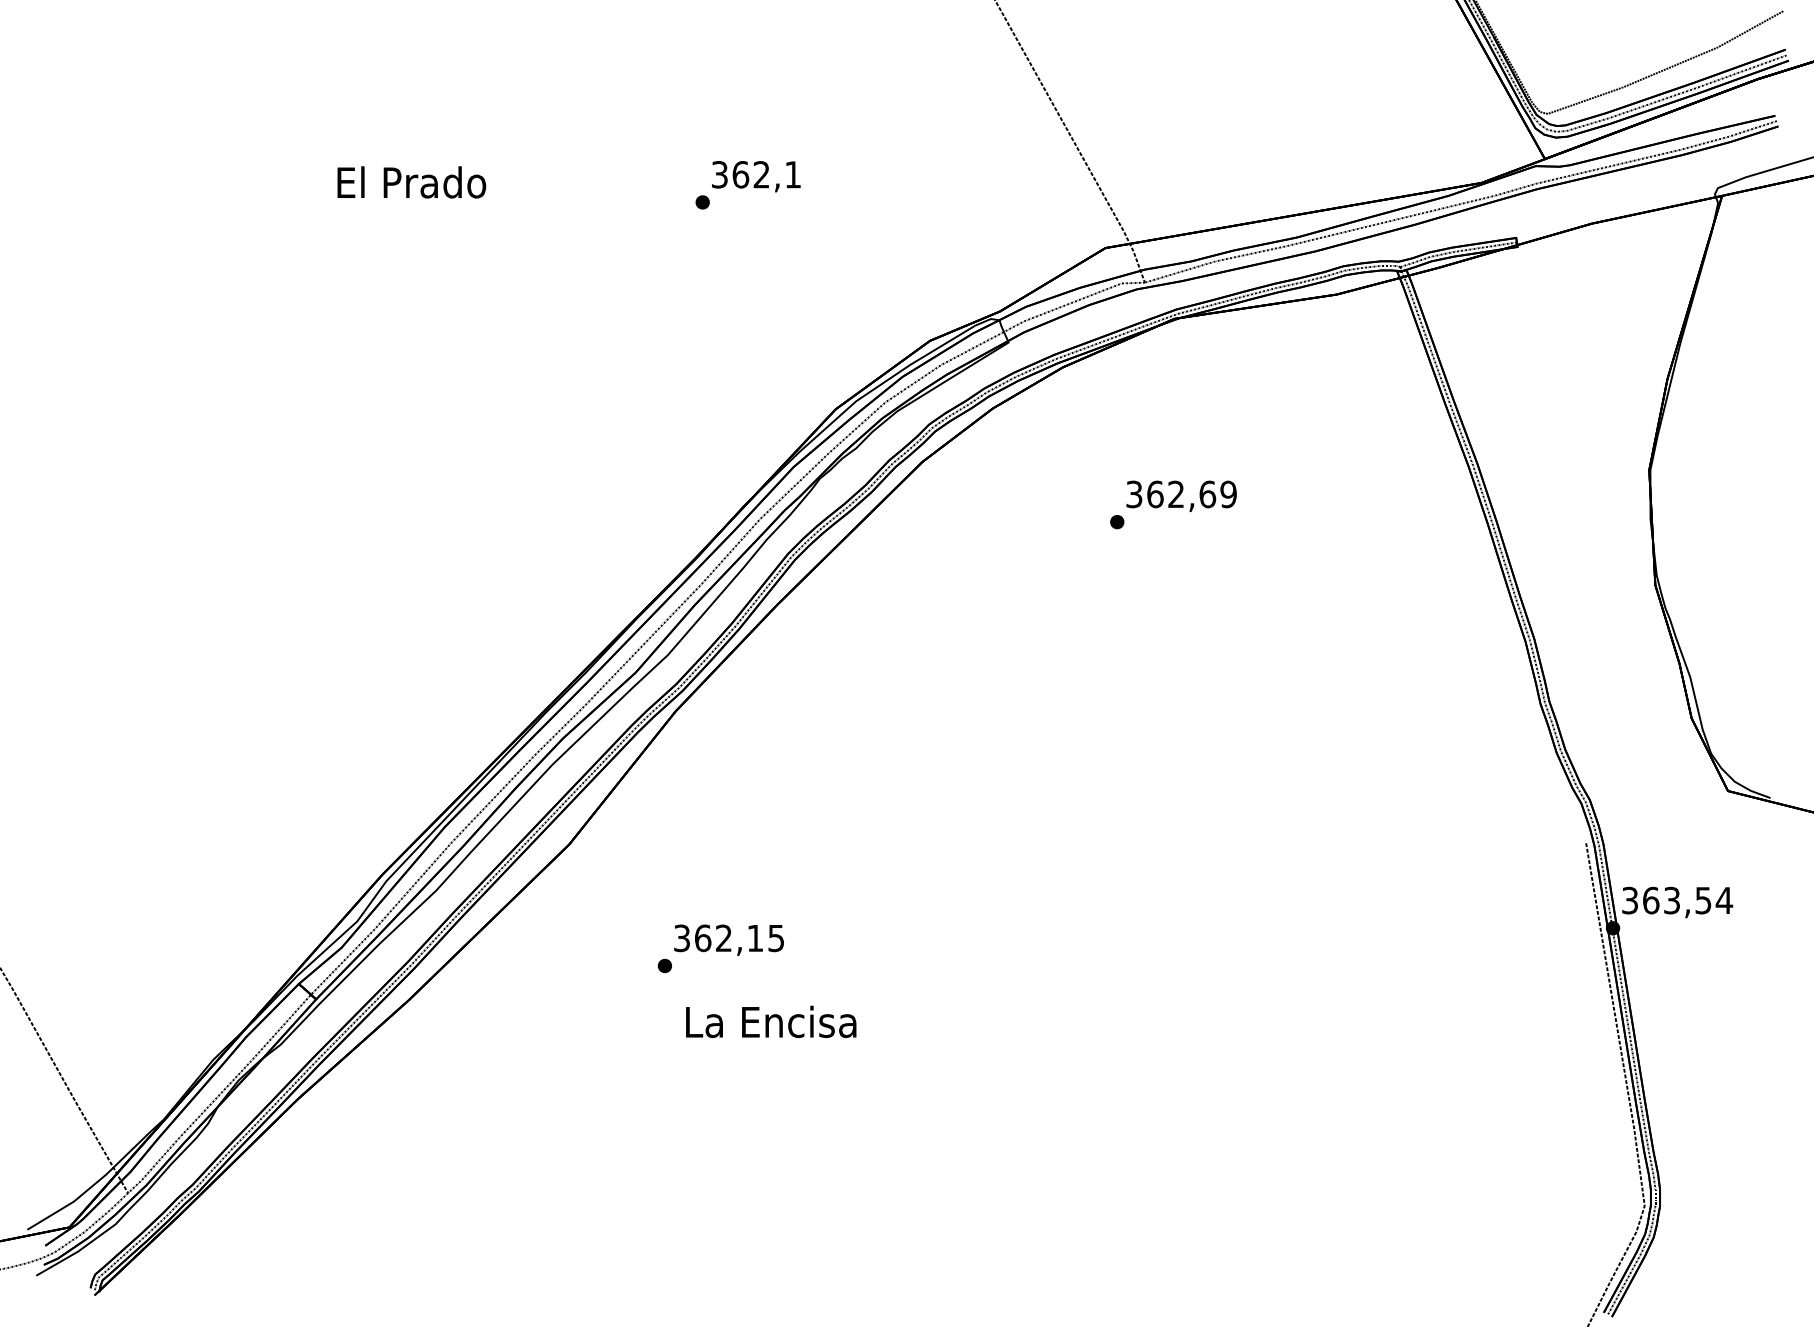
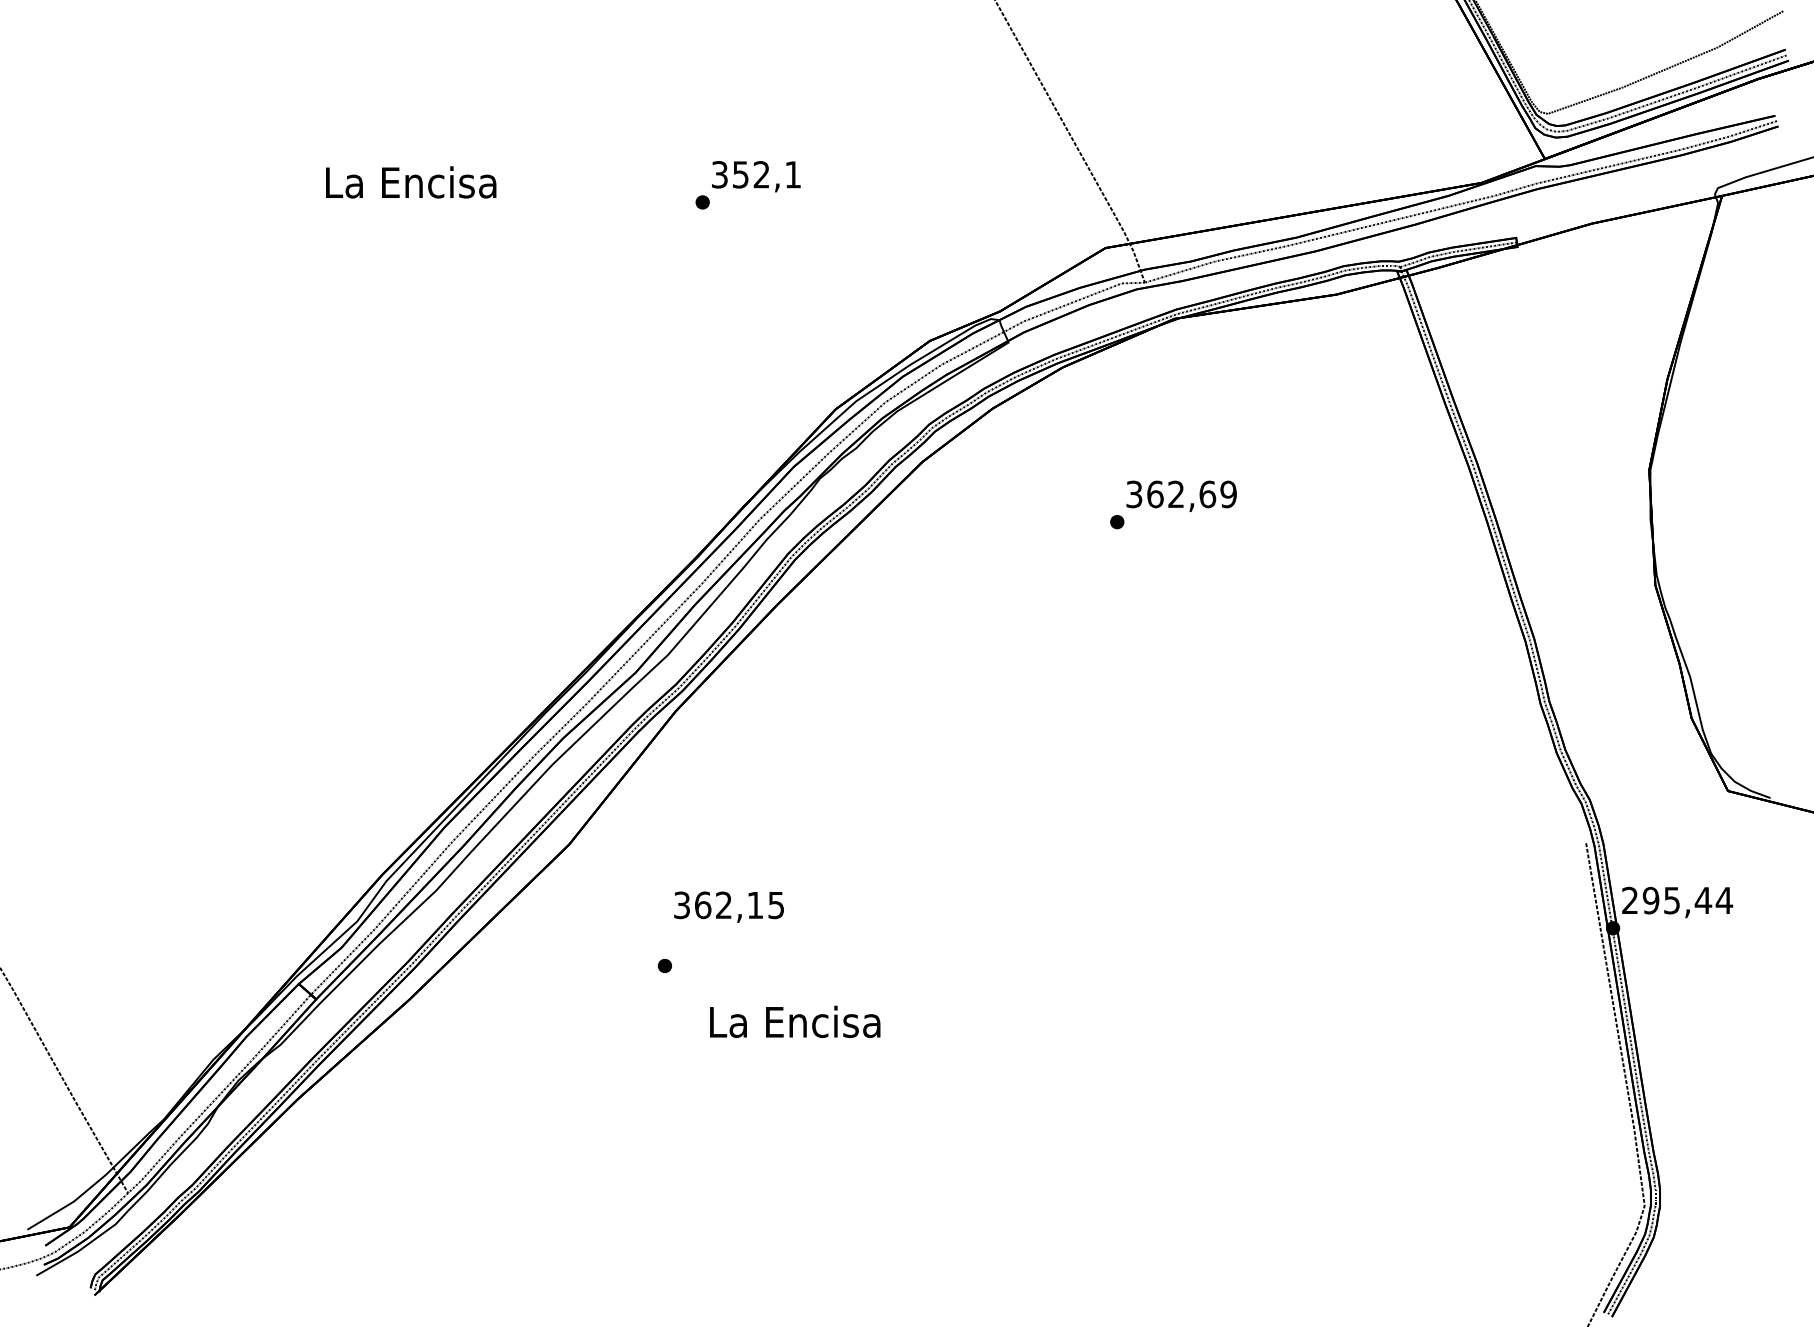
text at (740, 174): 362,1 -> 352,1
text at (411, 182): El Prado -> La Encisa
text at (1667, 900): 363,54 -> 295,44
text at (728, 939) position: (728, 939) -> (728, 906)
text at (771, 1021) position: (771, 1021) -> (795, 1021)
